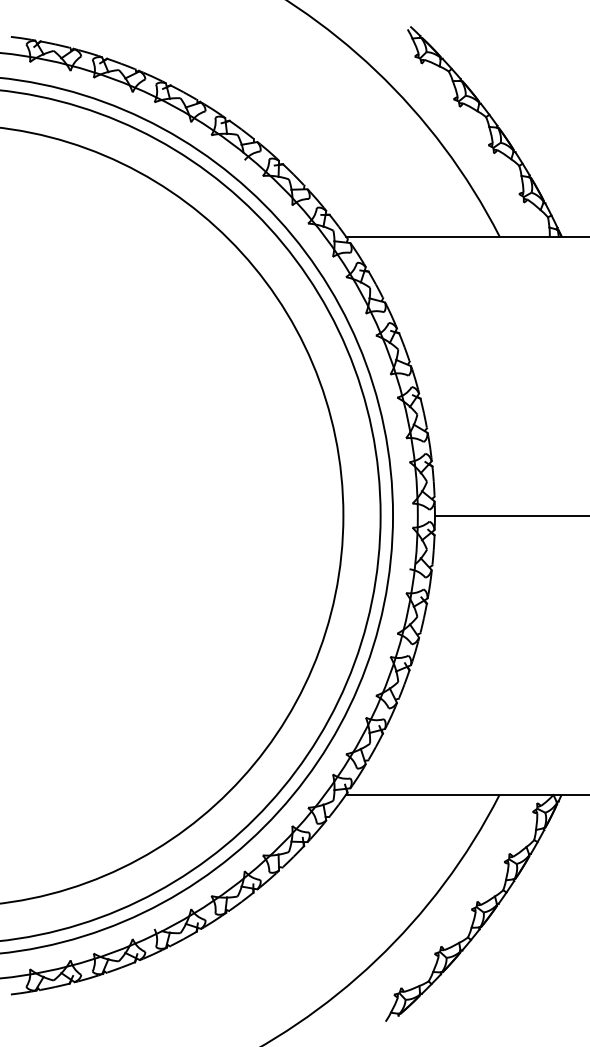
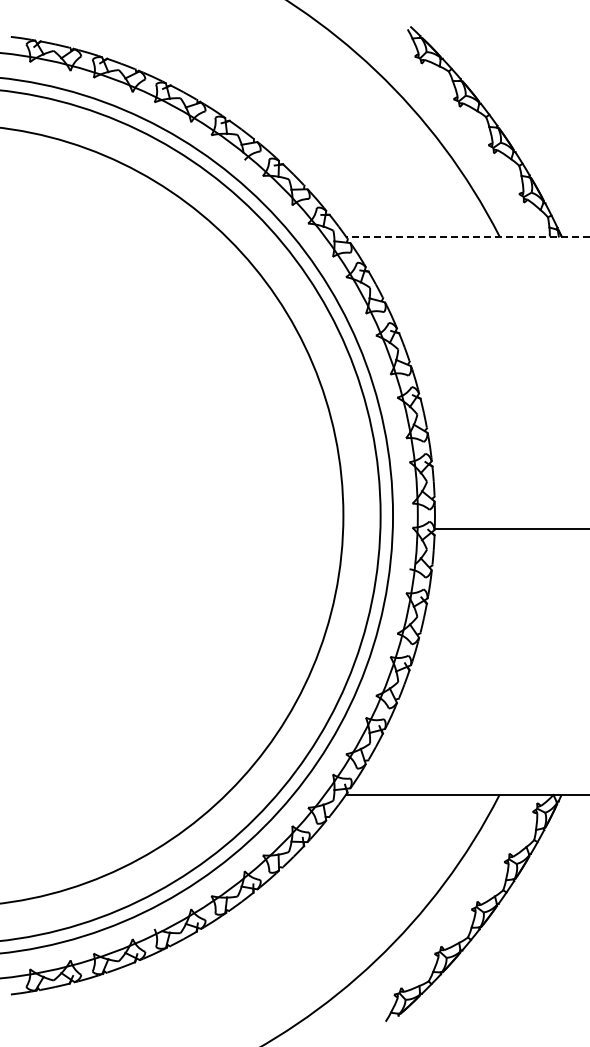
line at (467, 236): solid -> dashed
line at (510, 515) position: (510, 515) -> (510, 528)
